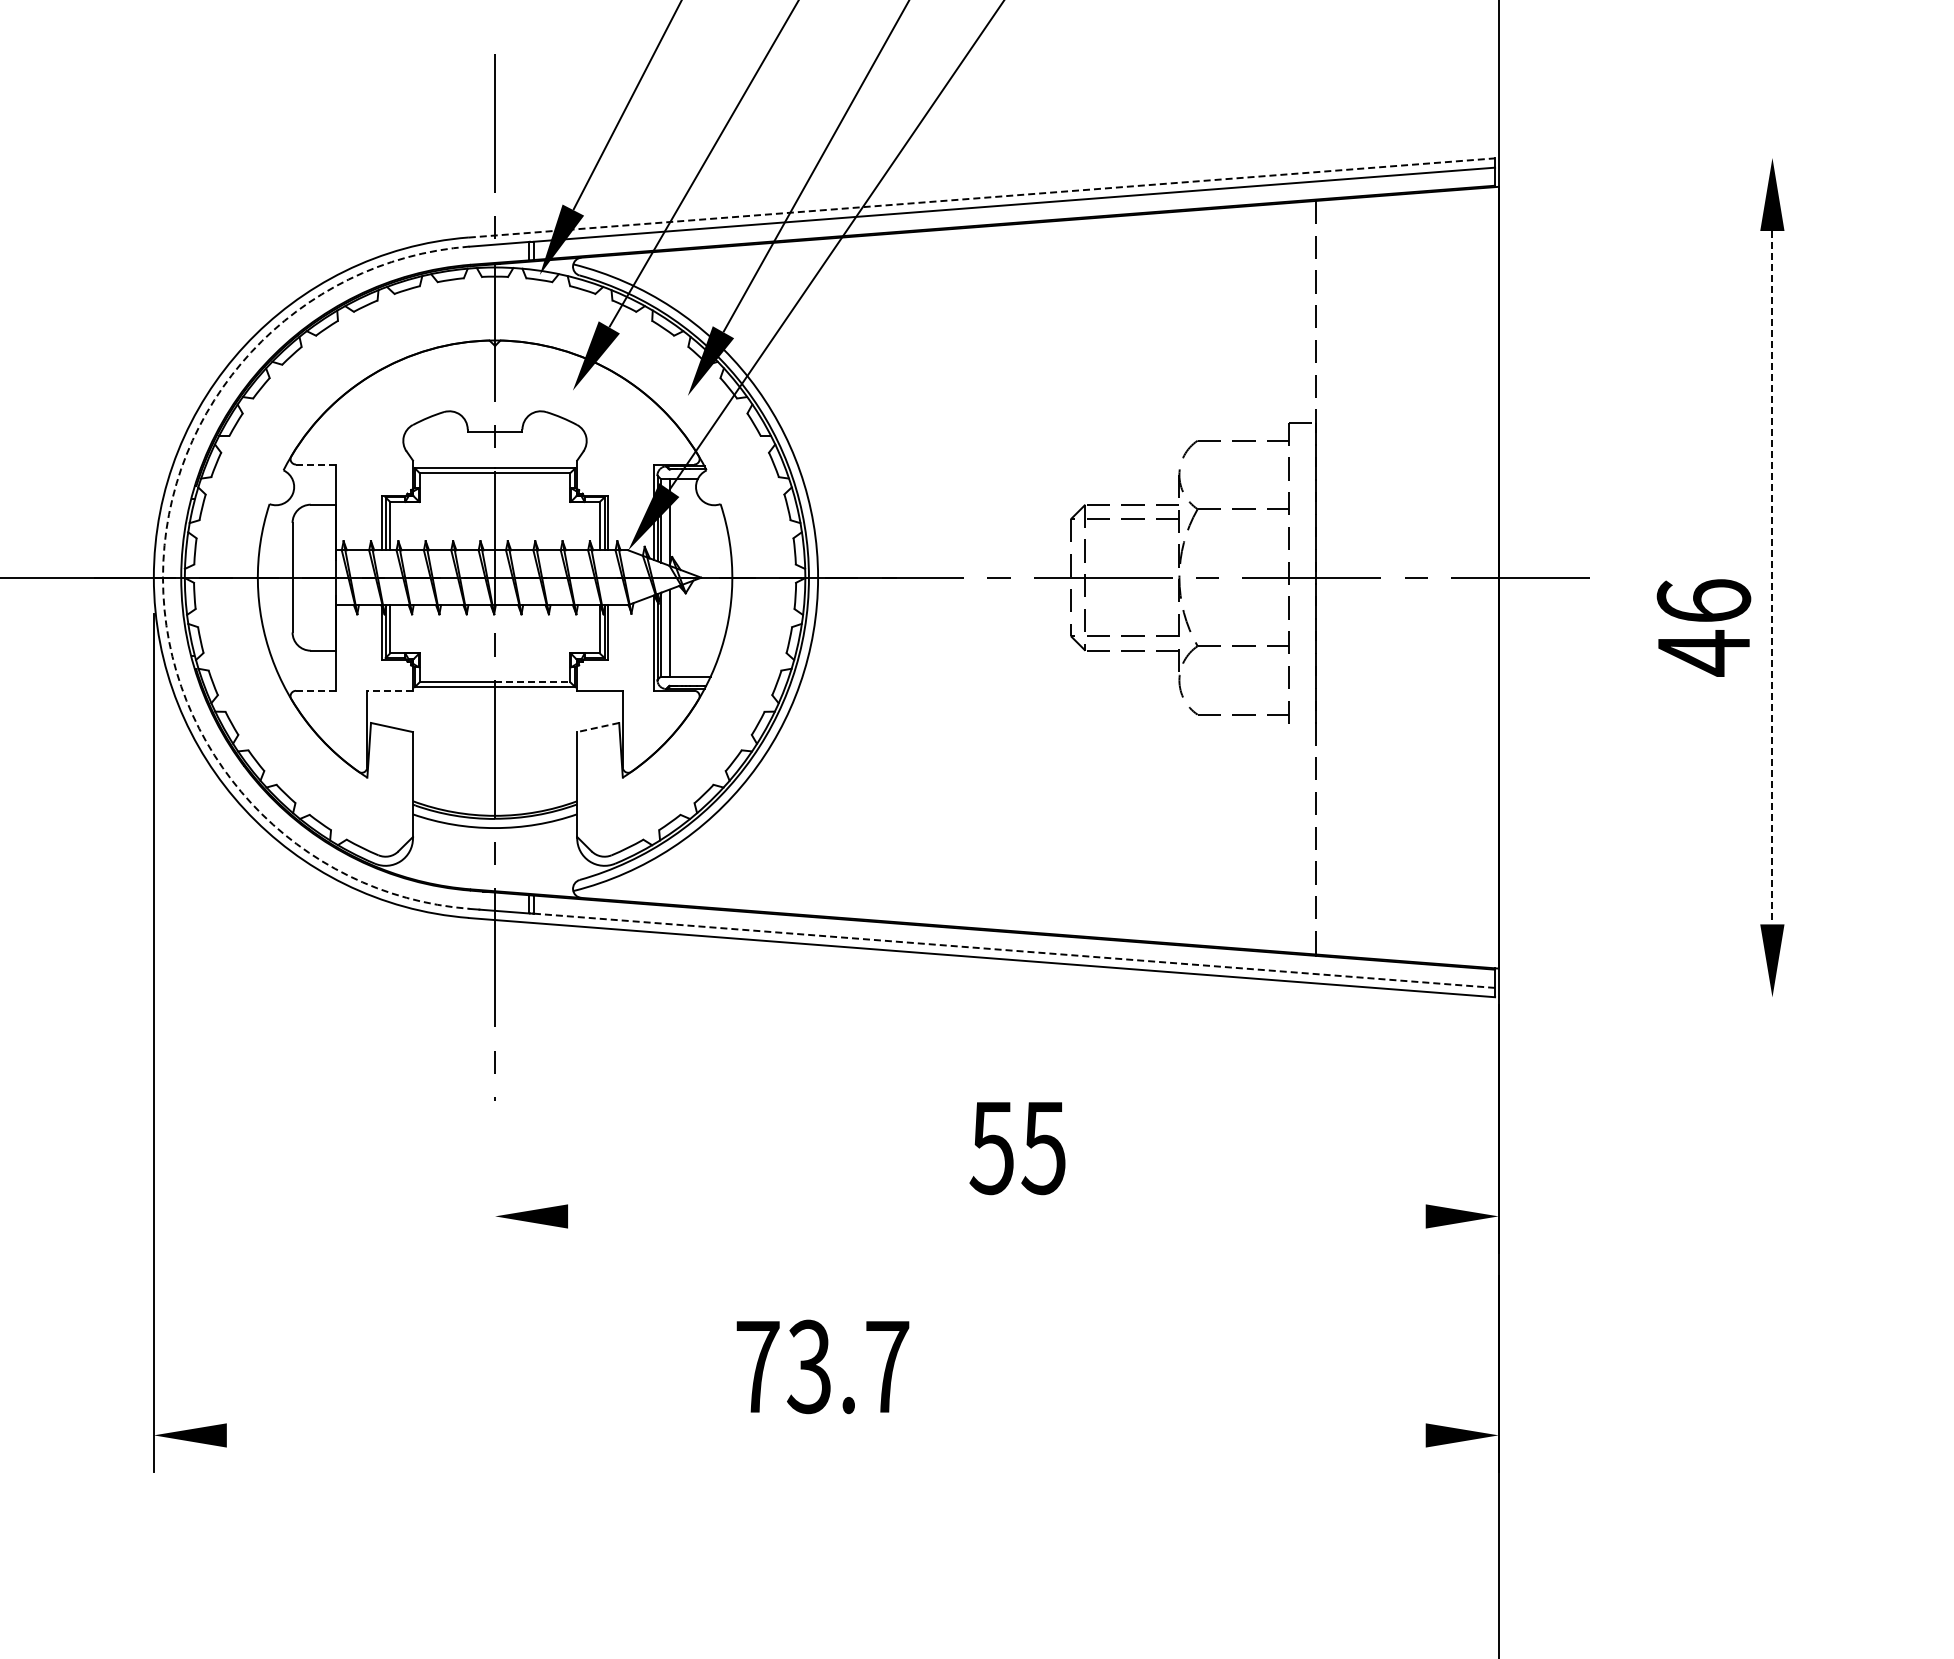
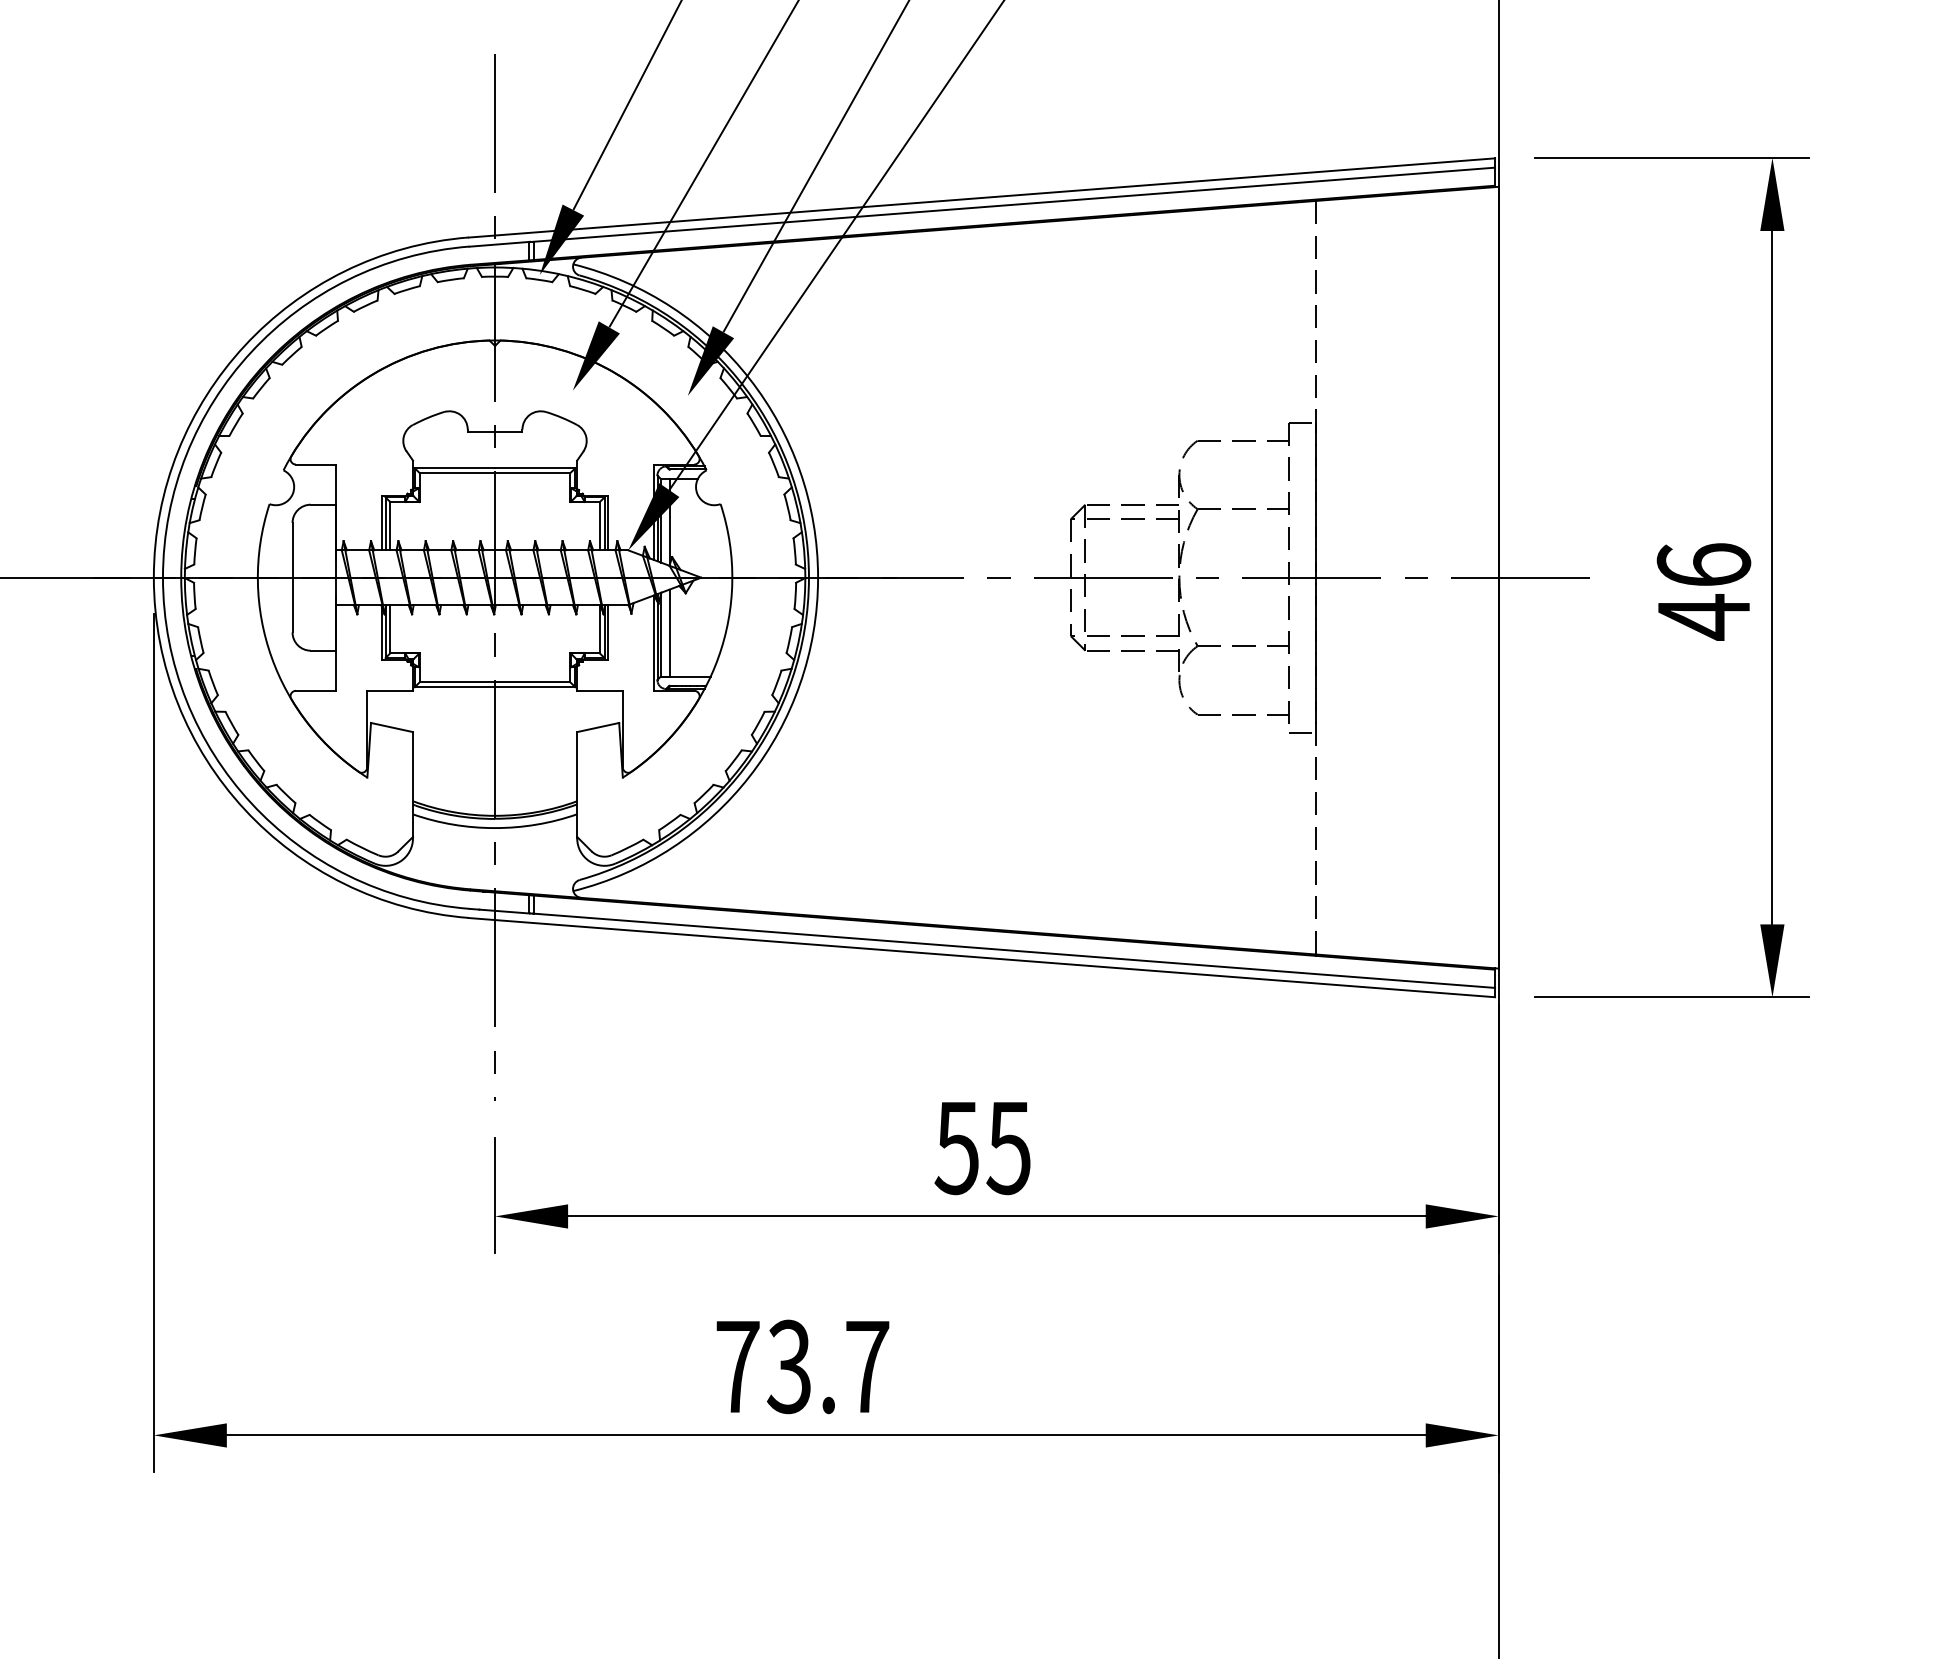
line at (1671, 158): none -> present
line at (981, 197): dashed -> solid
line at (316, 464): dashed -> solid
arc at (162, 577): dashed -> solid
line at (1772, 577): dashed -> solid
text at (1703, 627) position: (1703, 627) -> (1703, 591)
line at (532, 682): dashed -> solid
line at (315, 690): dashed -> solid
line at (390, 690): dashed -> solid
line at (597, 727): dashed -> solid
line at (1302, 732): none -> present
line at (1013, 950): dashed -> solid
line at (1671, 997): none -> present
text at (1017, 1148) position: (1017, 1148) -> (982, 1148)
line at (495, 1194): none -> present
line at (996, 1216): none -> present
text at (822, 1366) position: (822, 1366) -> (802, 1366)
line at (825, 1435): none -> present
